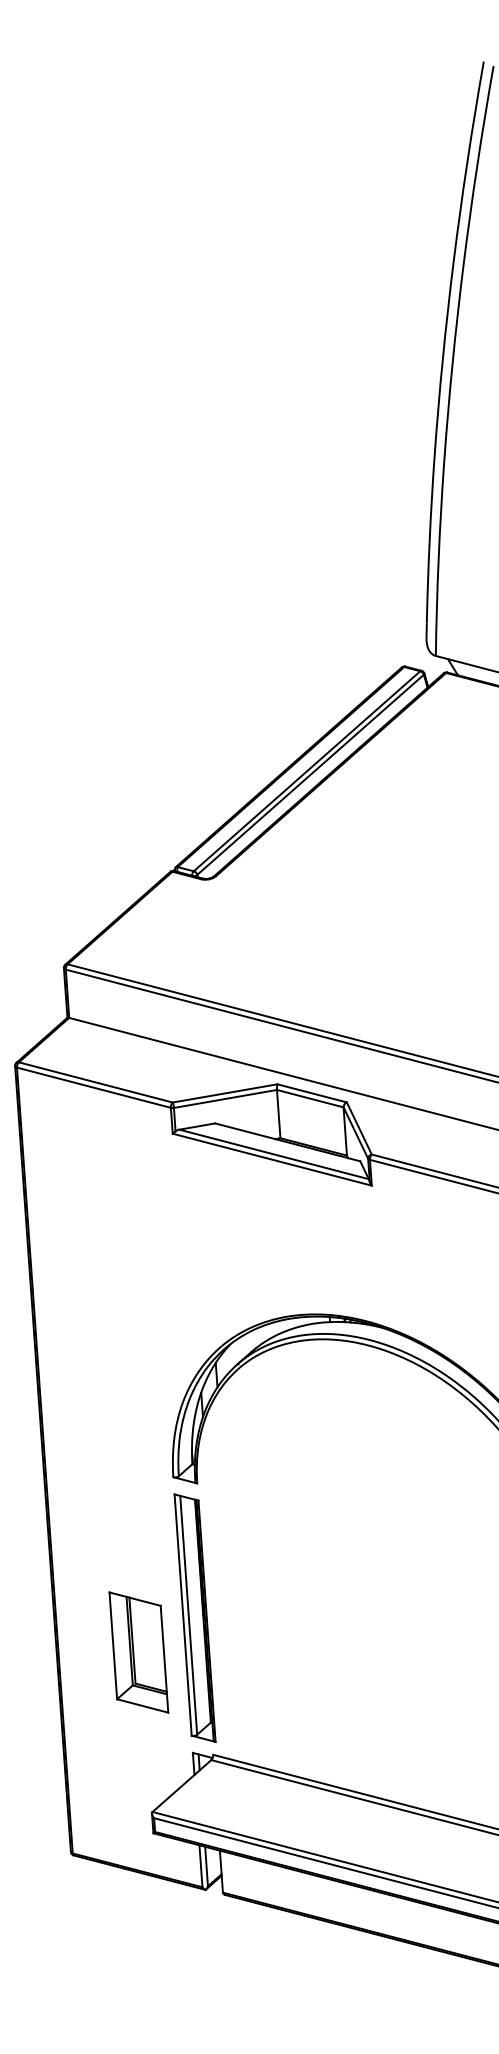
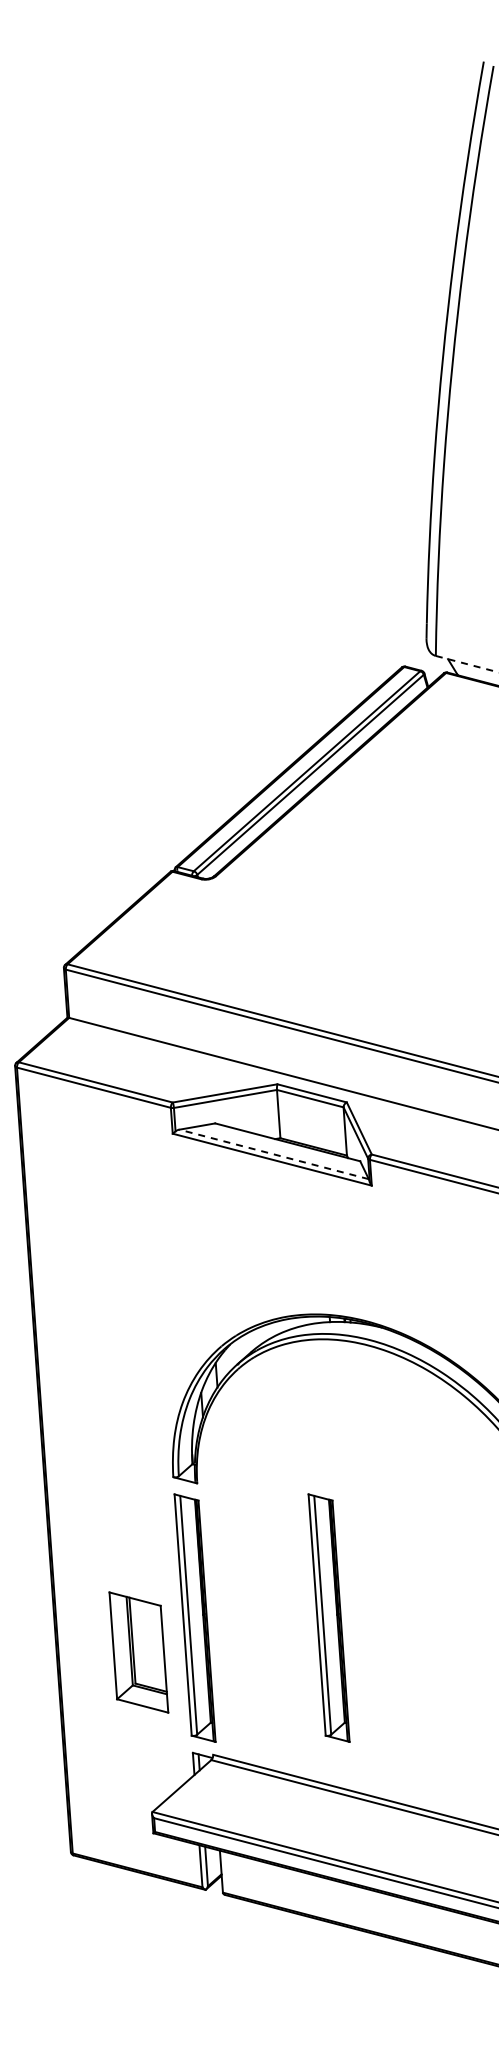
line at (467, 664): solid -> dashed
line at (274, 1154): solid -> dashed
part at (328, 1617): none -> present
